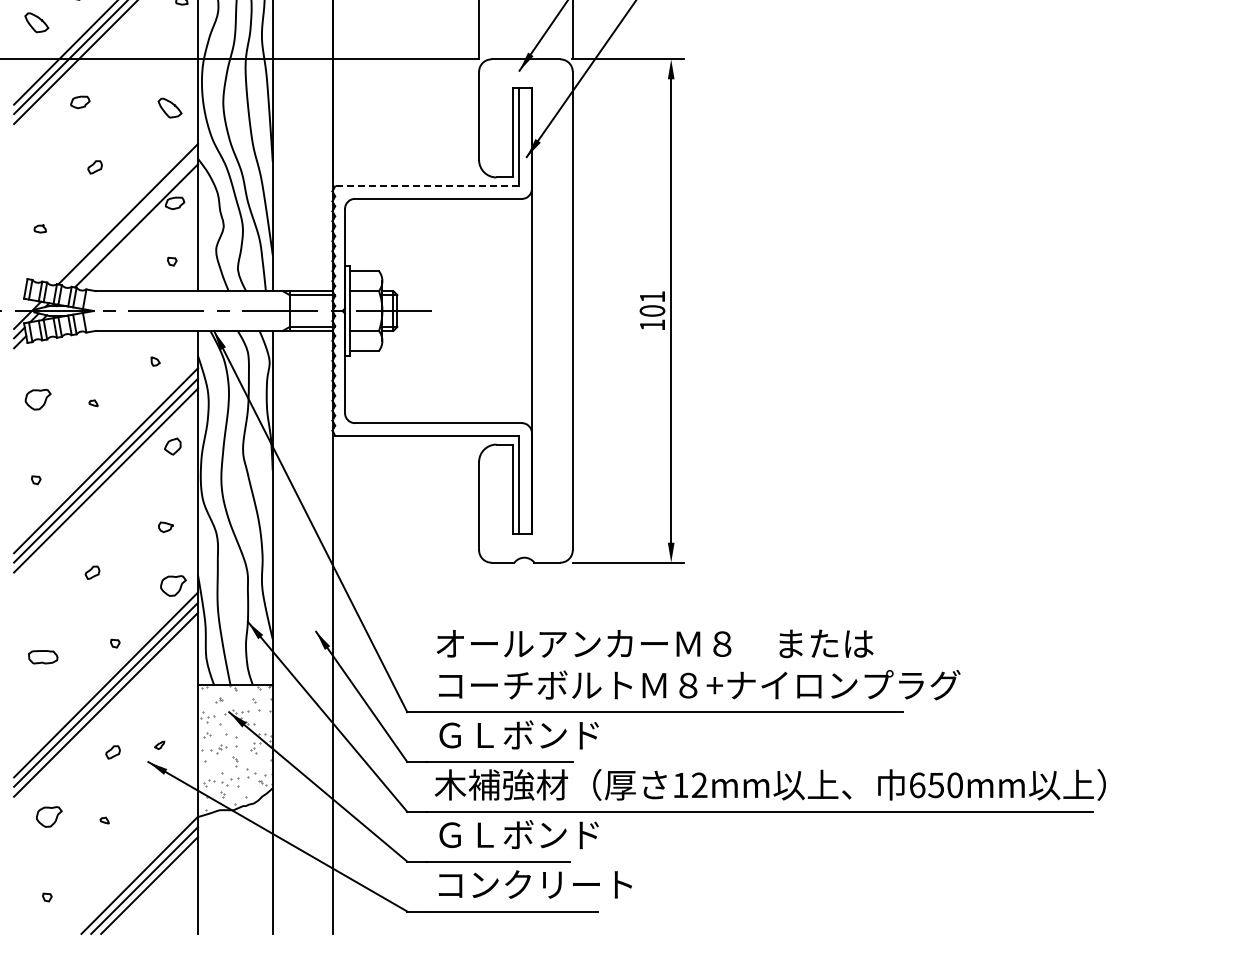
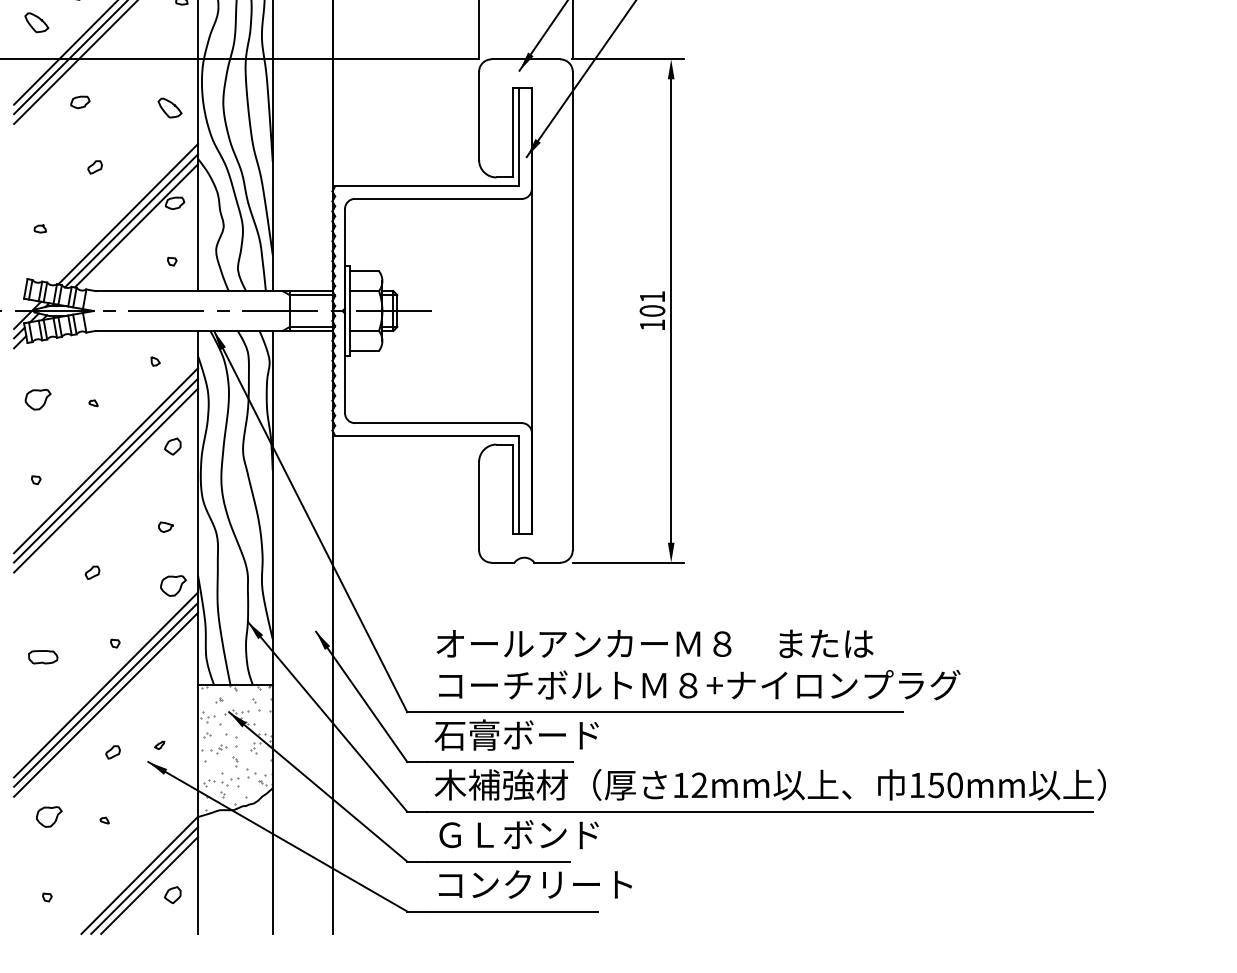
line at (426, 186): dashed -> solid
line at (131, 220): none -> present
text at (500, 734): ＧＬボンド -> 石膏ボード
text at (917, 785): 650mm -> 150mm
part at (172, 895): none -> present
